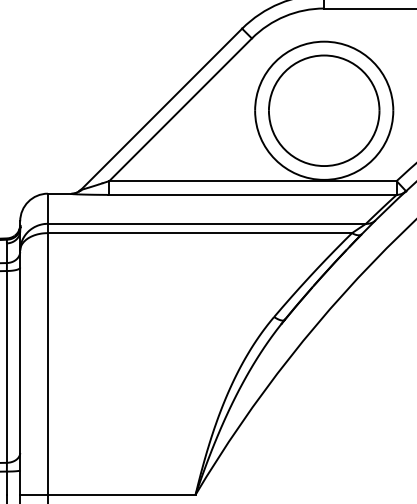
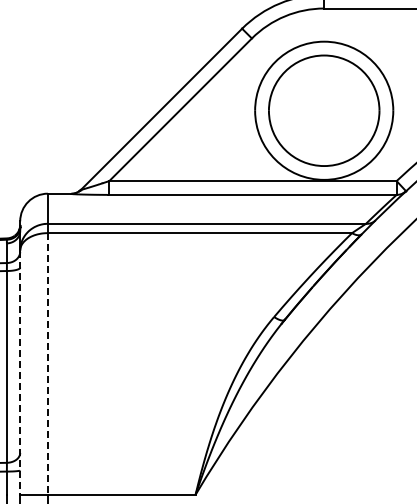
line at (47, 364): solid -> dashed
line at (20, 373): solid -> dashed
